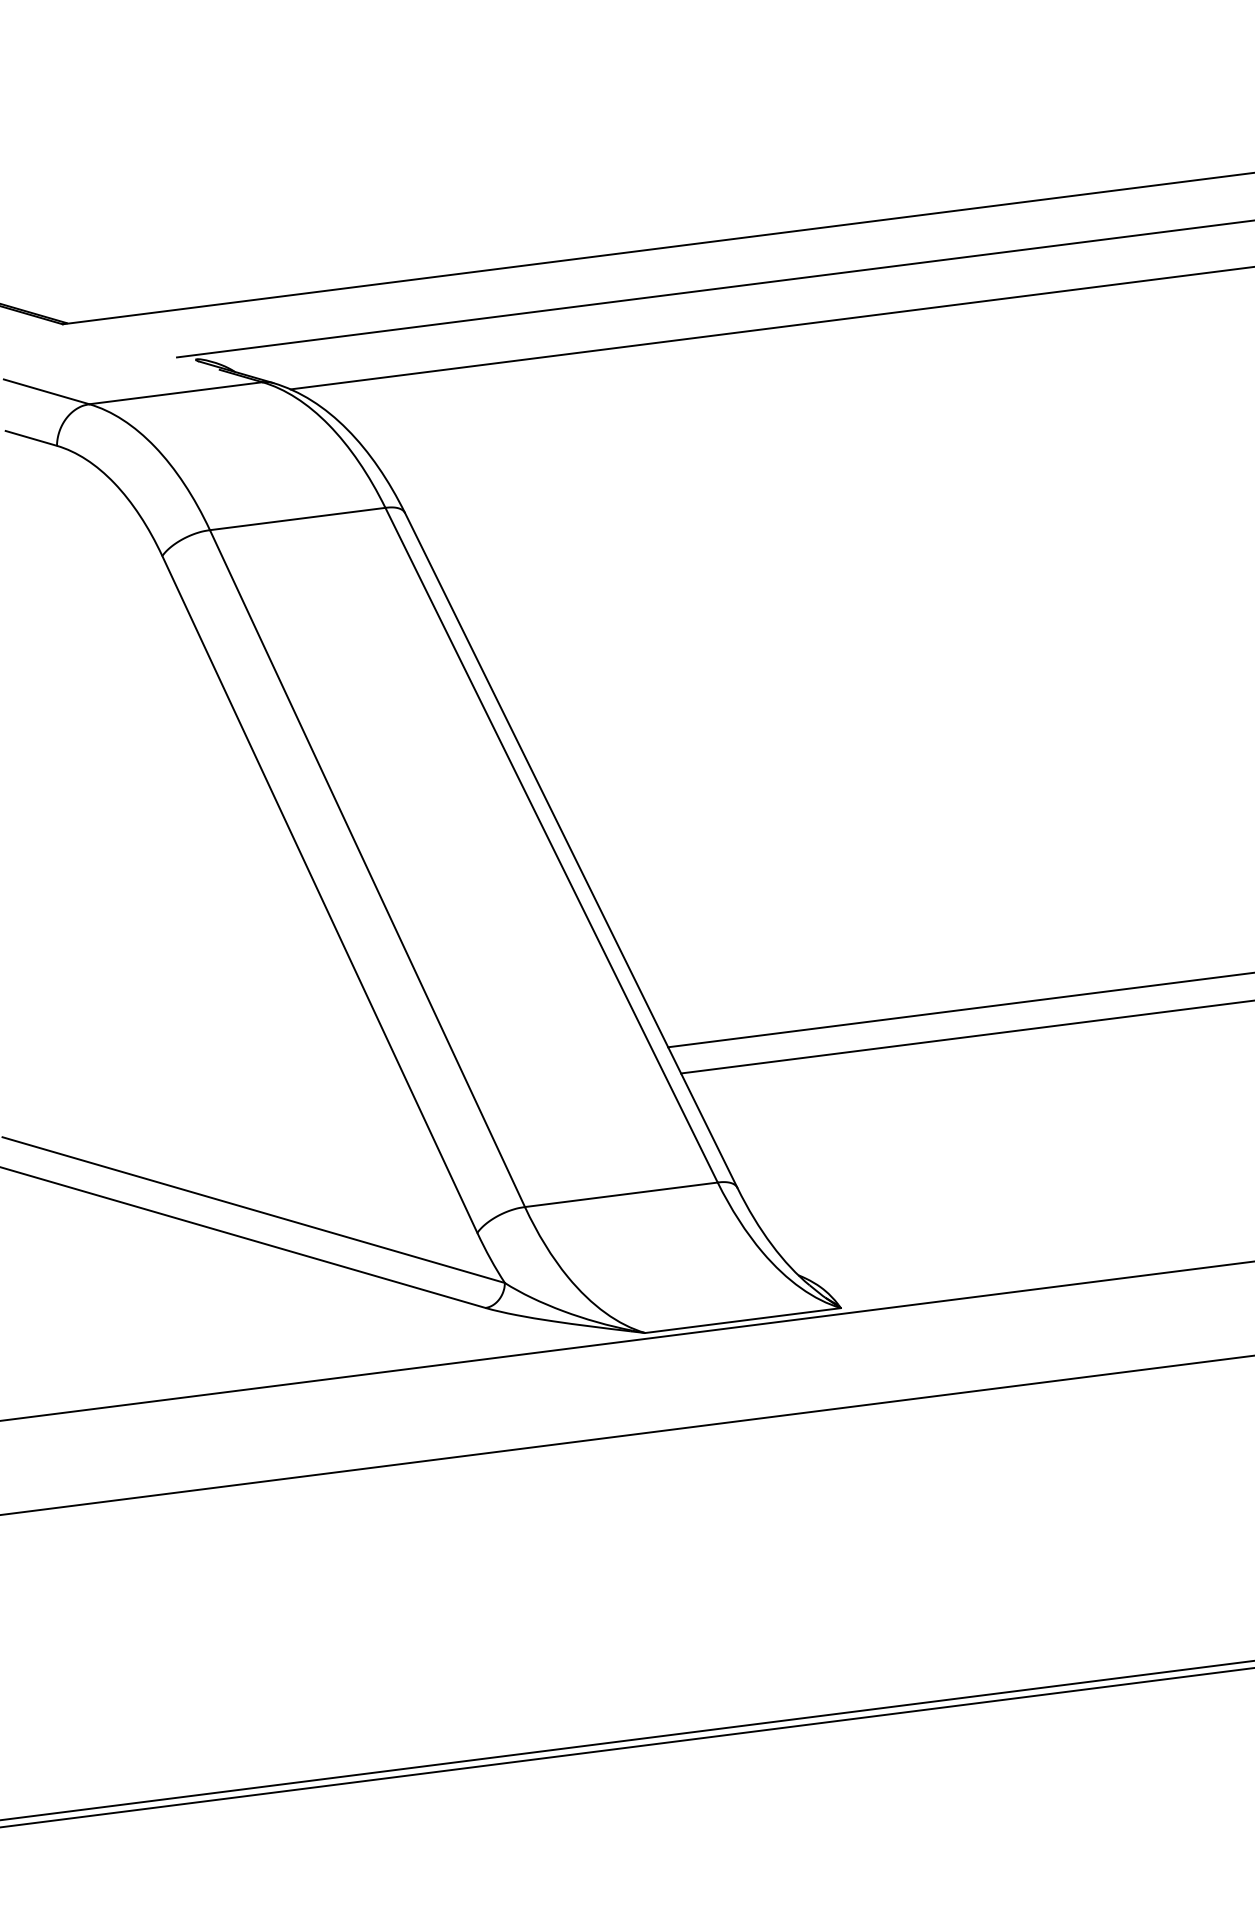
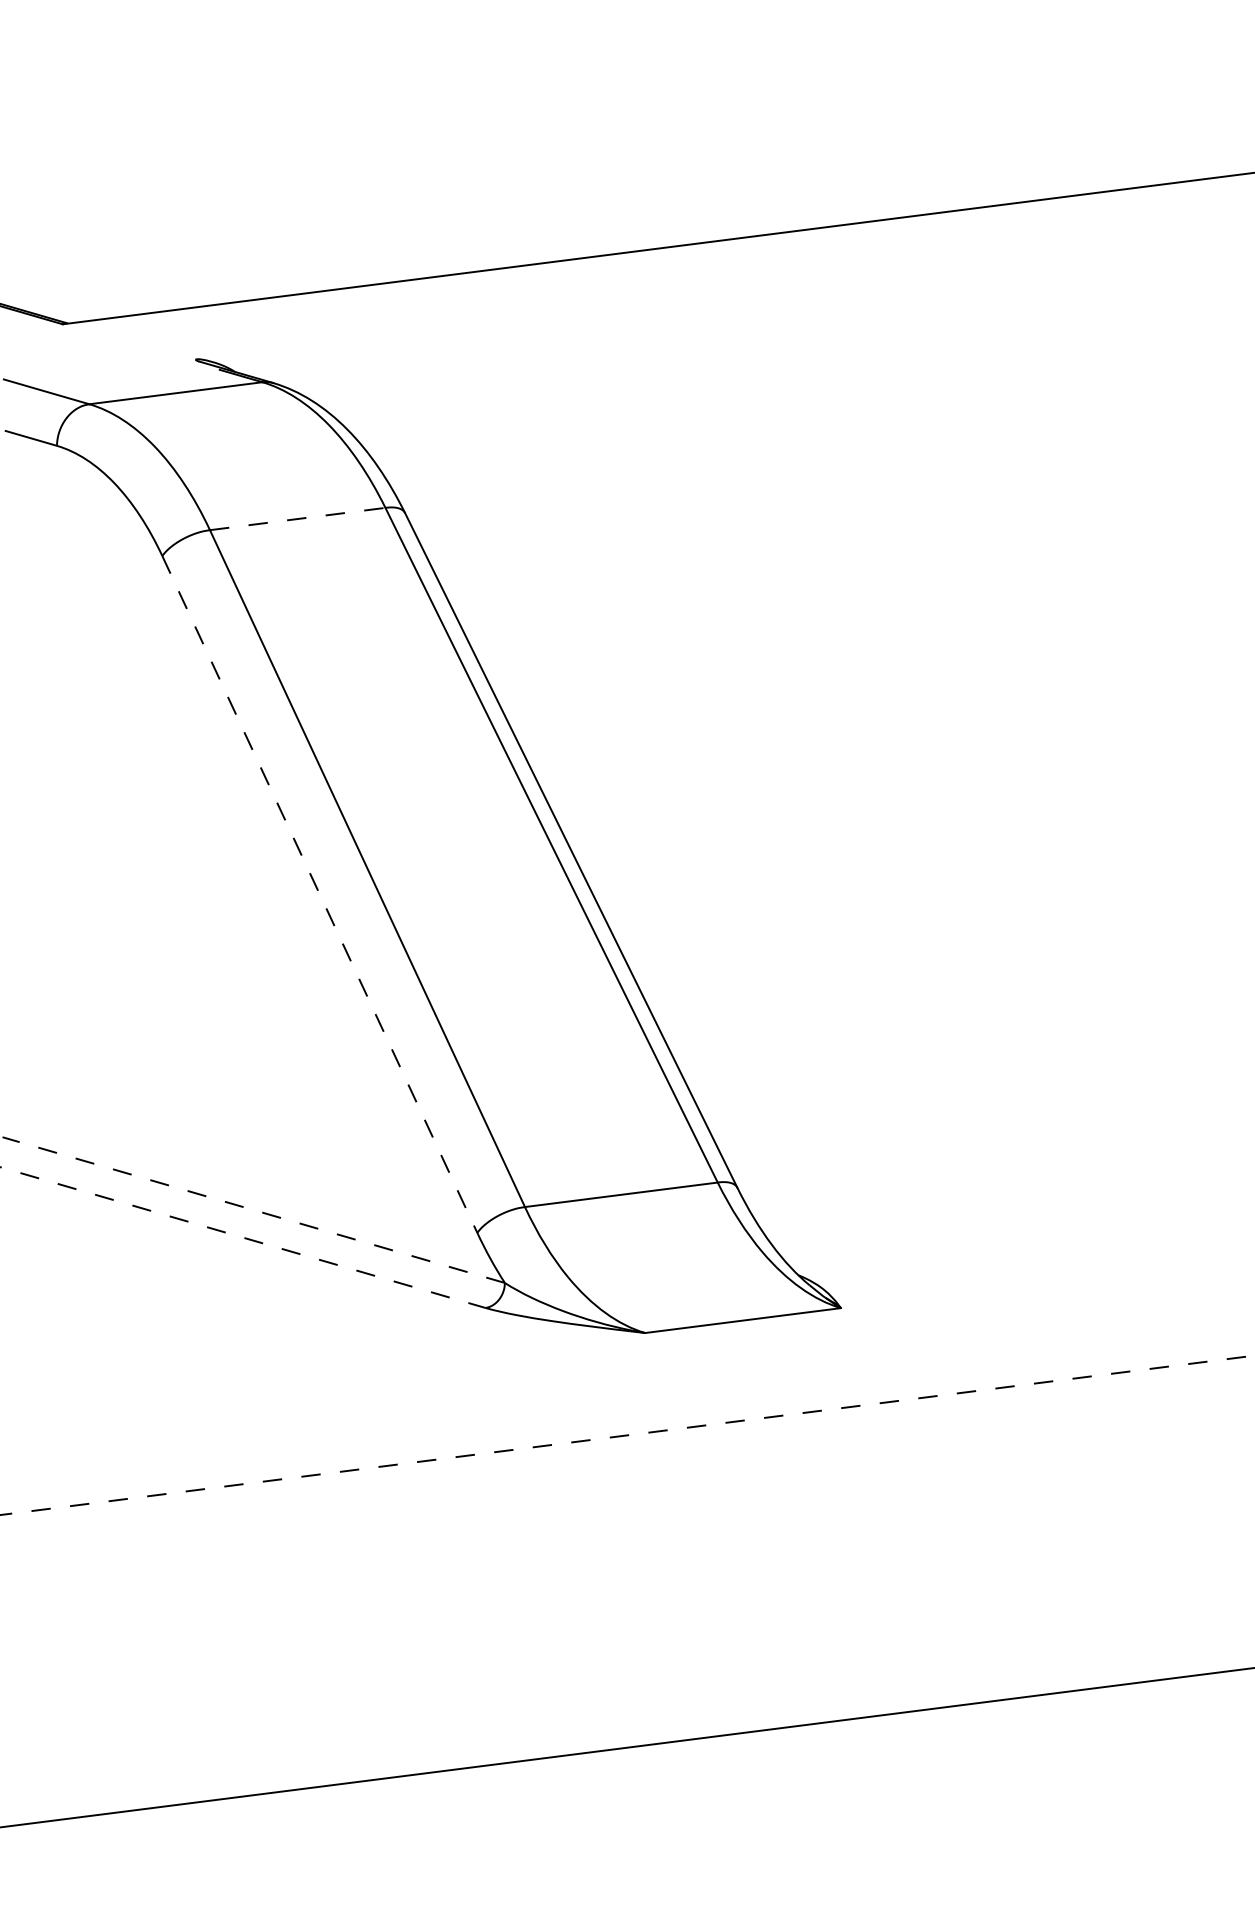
line at (714, 288): present -> none
line at (770, 328): present -> none
line at (298, 518): solid -> dashed
line at (320, 894): solid -> dashed
line at (959, 1010): present -> none
line at (966, 1036): present -> none
line at (253, 1210): solid -> dashed
line at (242, 1237): solid -> dashed
line at (626, 1340): present -> none
line at (627, 1435): solid -> dashed
line at (626, 1740): present -> none
